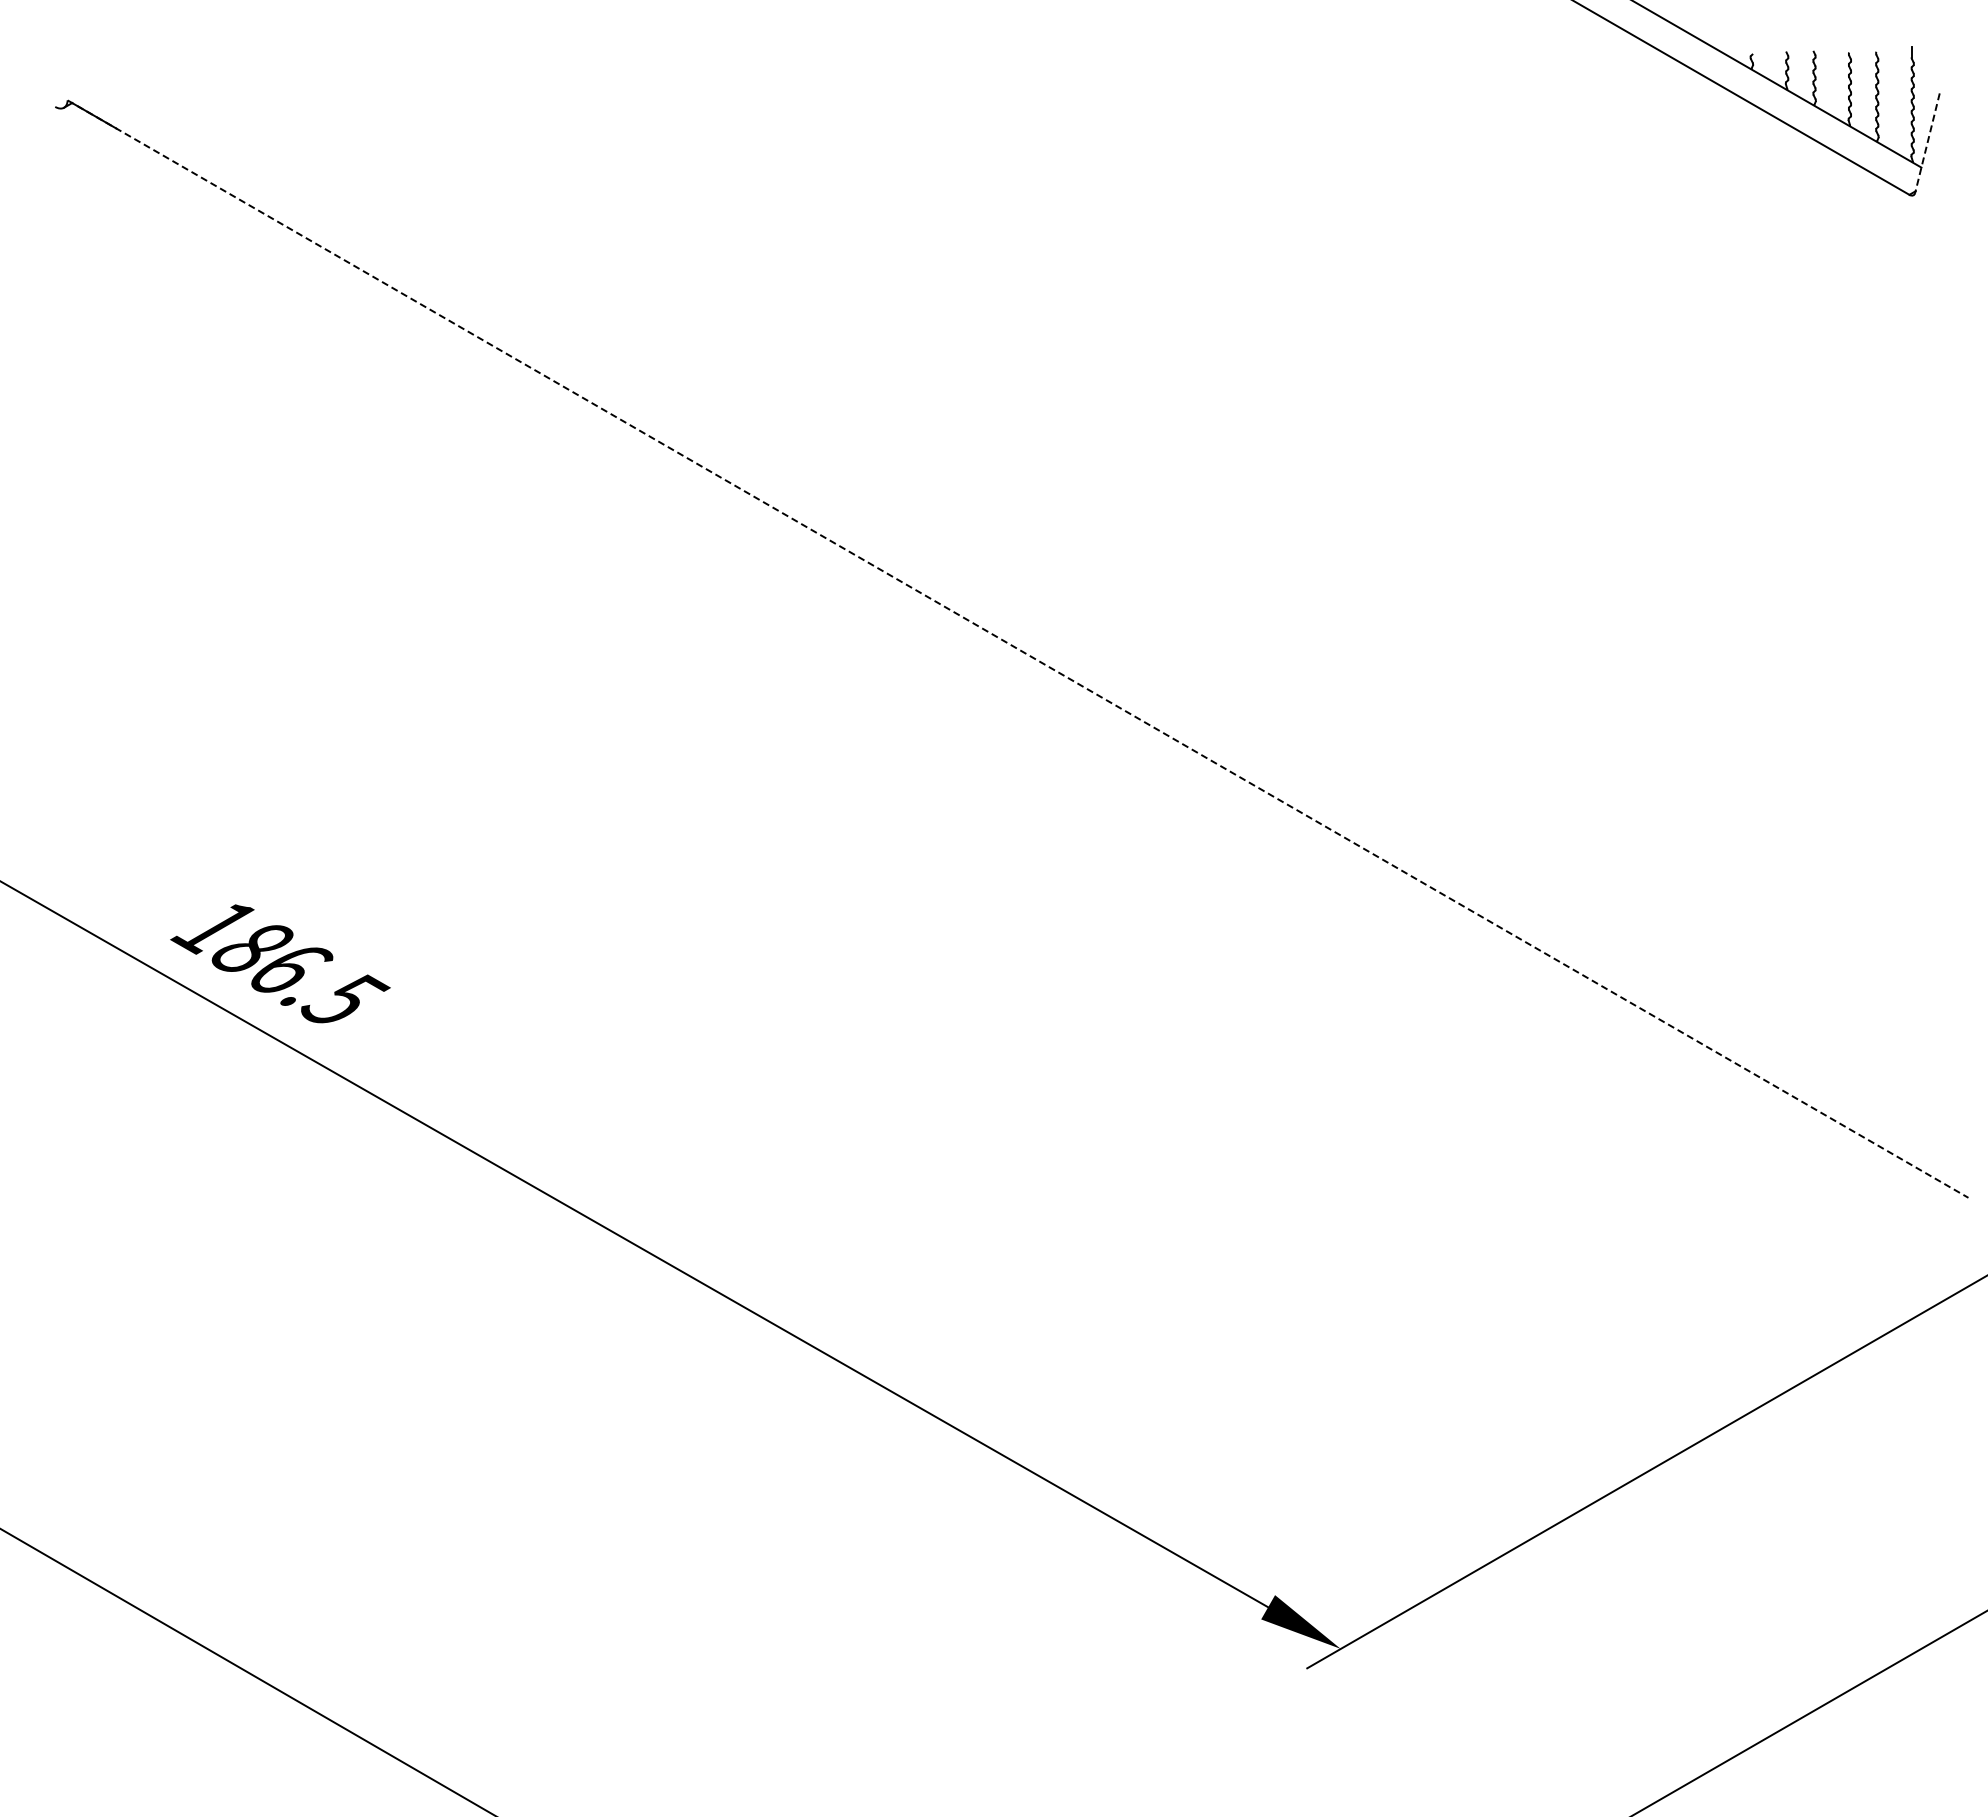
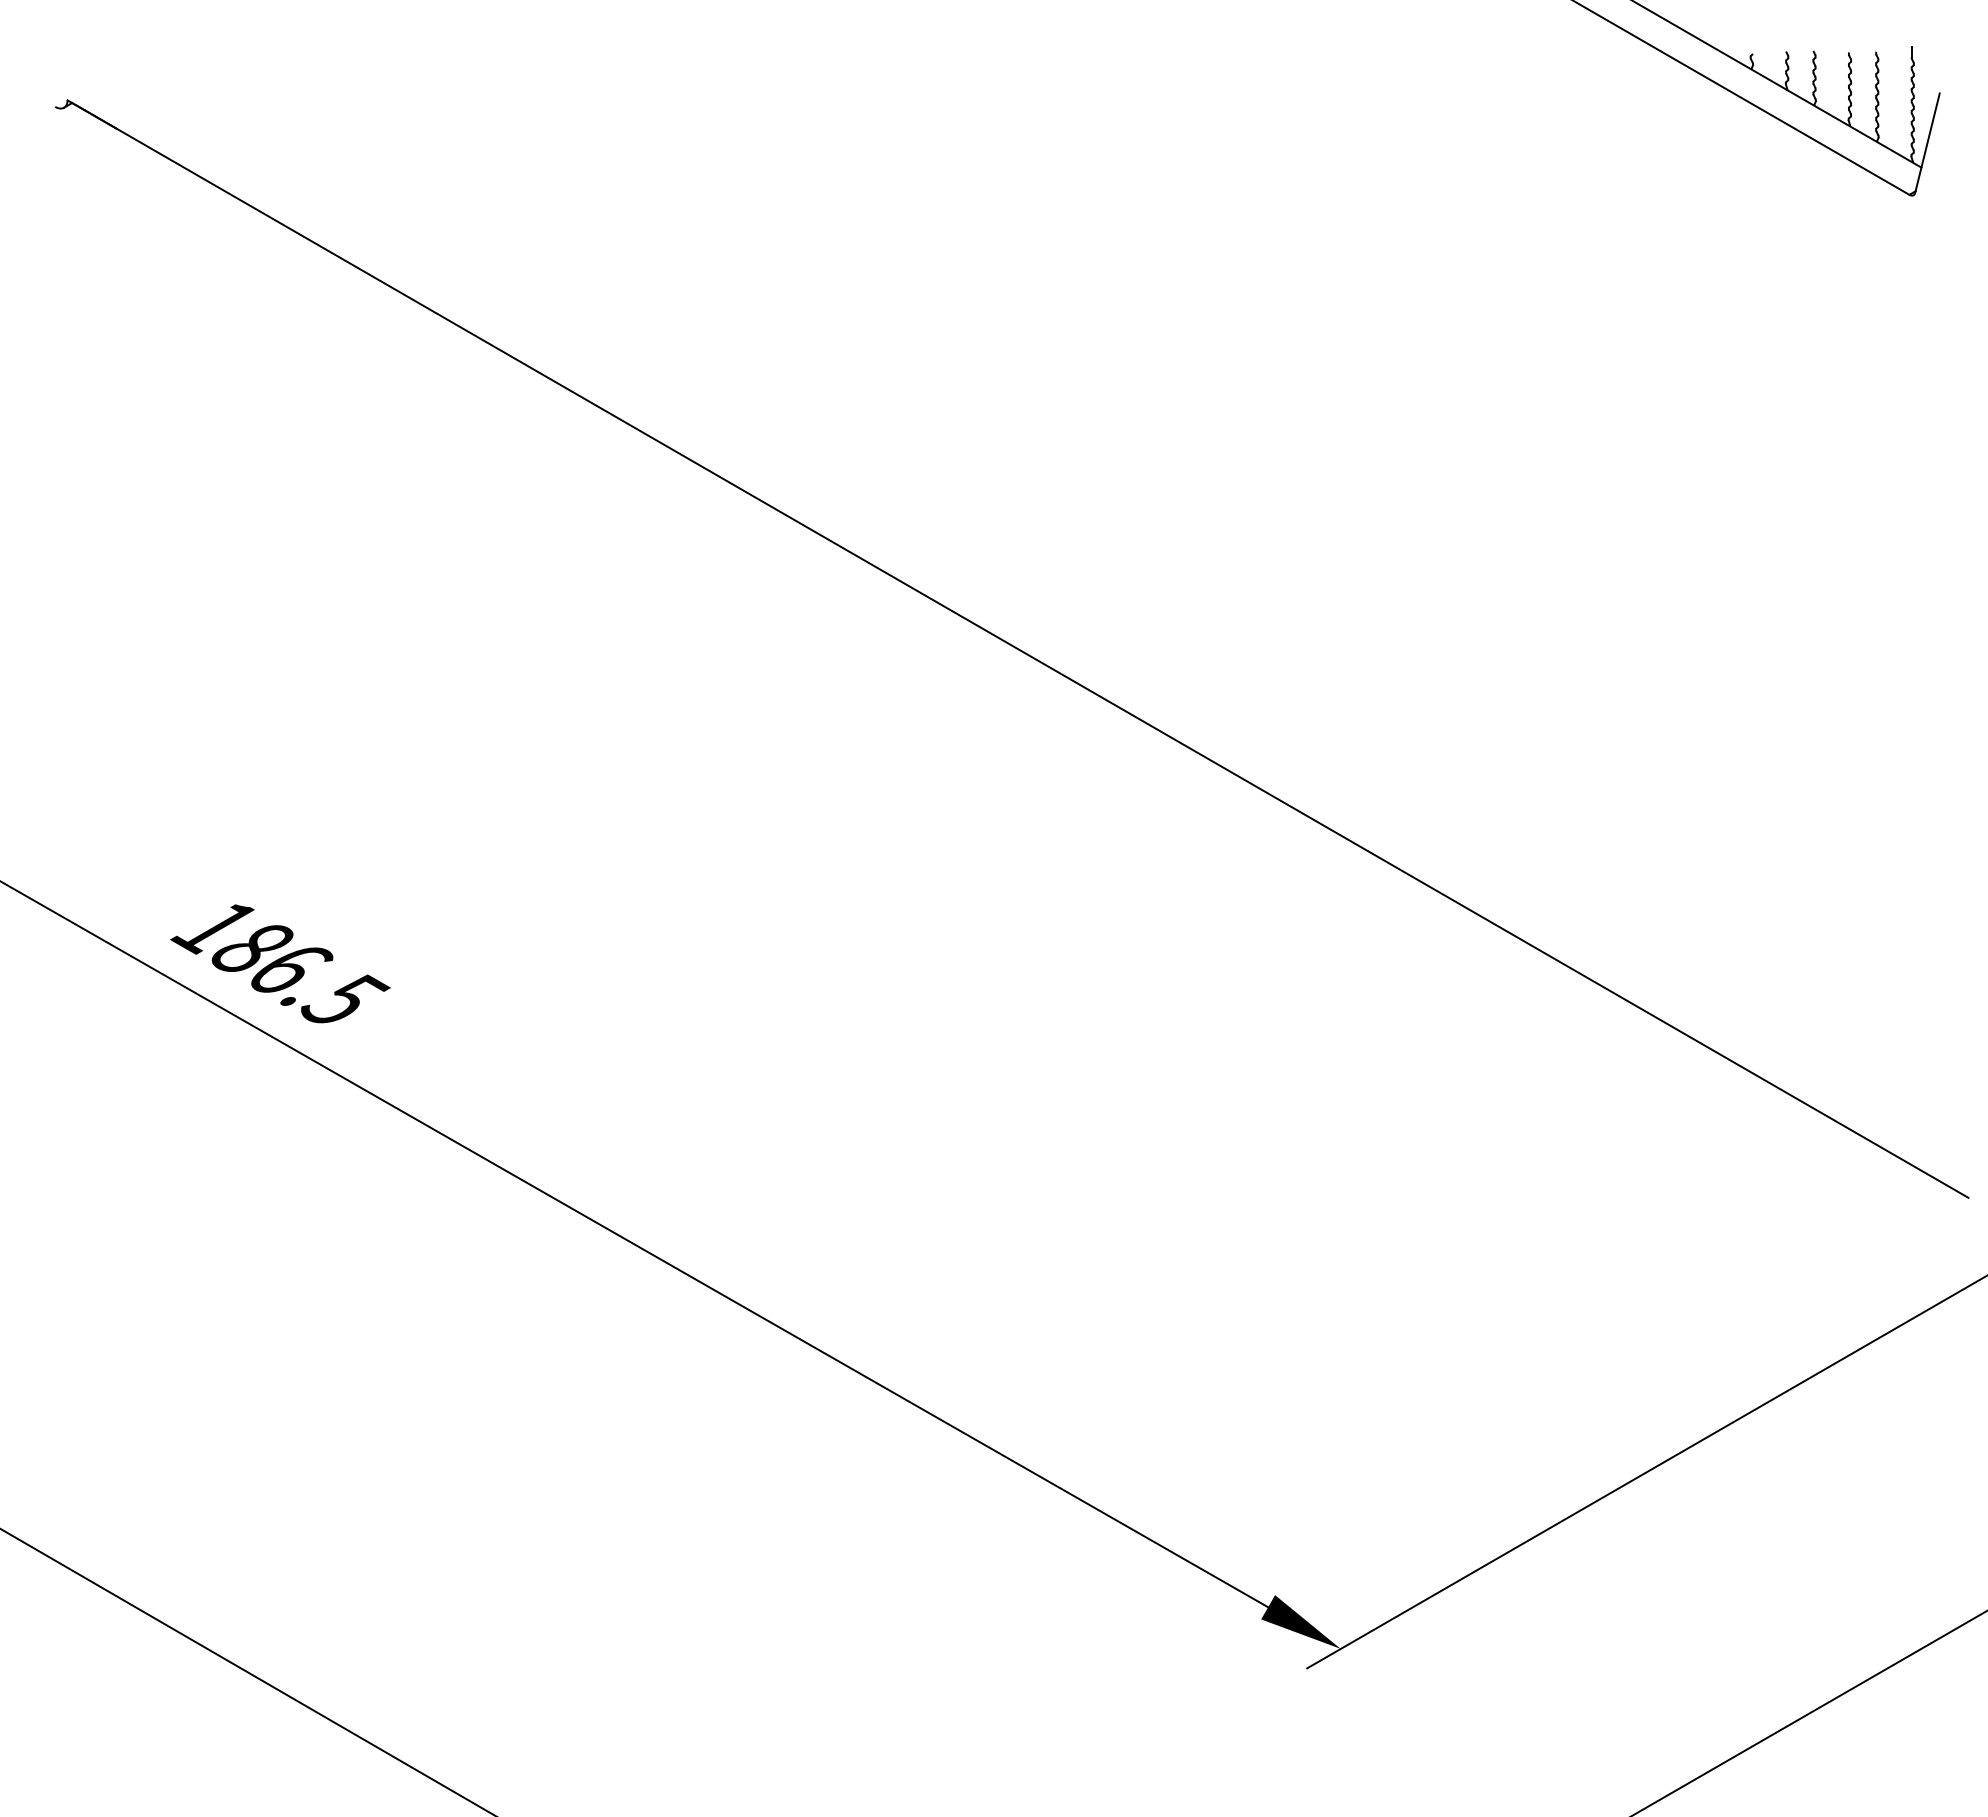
line at (1927, 143): dashed -> solid
line at (1018, 649): dashed -> solid
